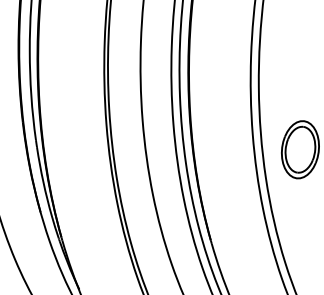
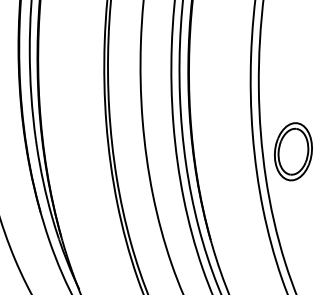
part at (300, 149) position: (300, 149) -> (293, 151)
